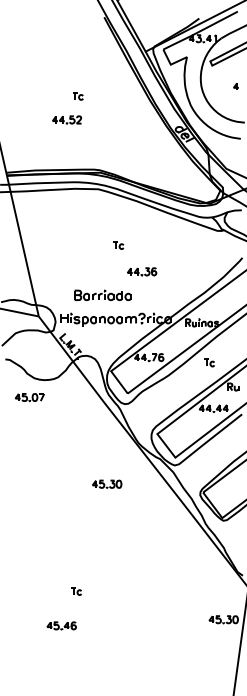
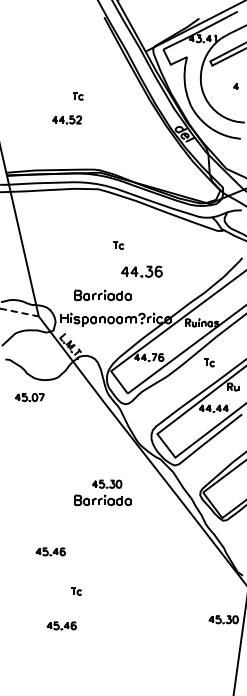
part at (142, 271) size: 31x10 px -> 42x13 px
line at (20, 312): solid -> dashed
part at (102, 499): none -> present
part at (50, 551): none -> present
